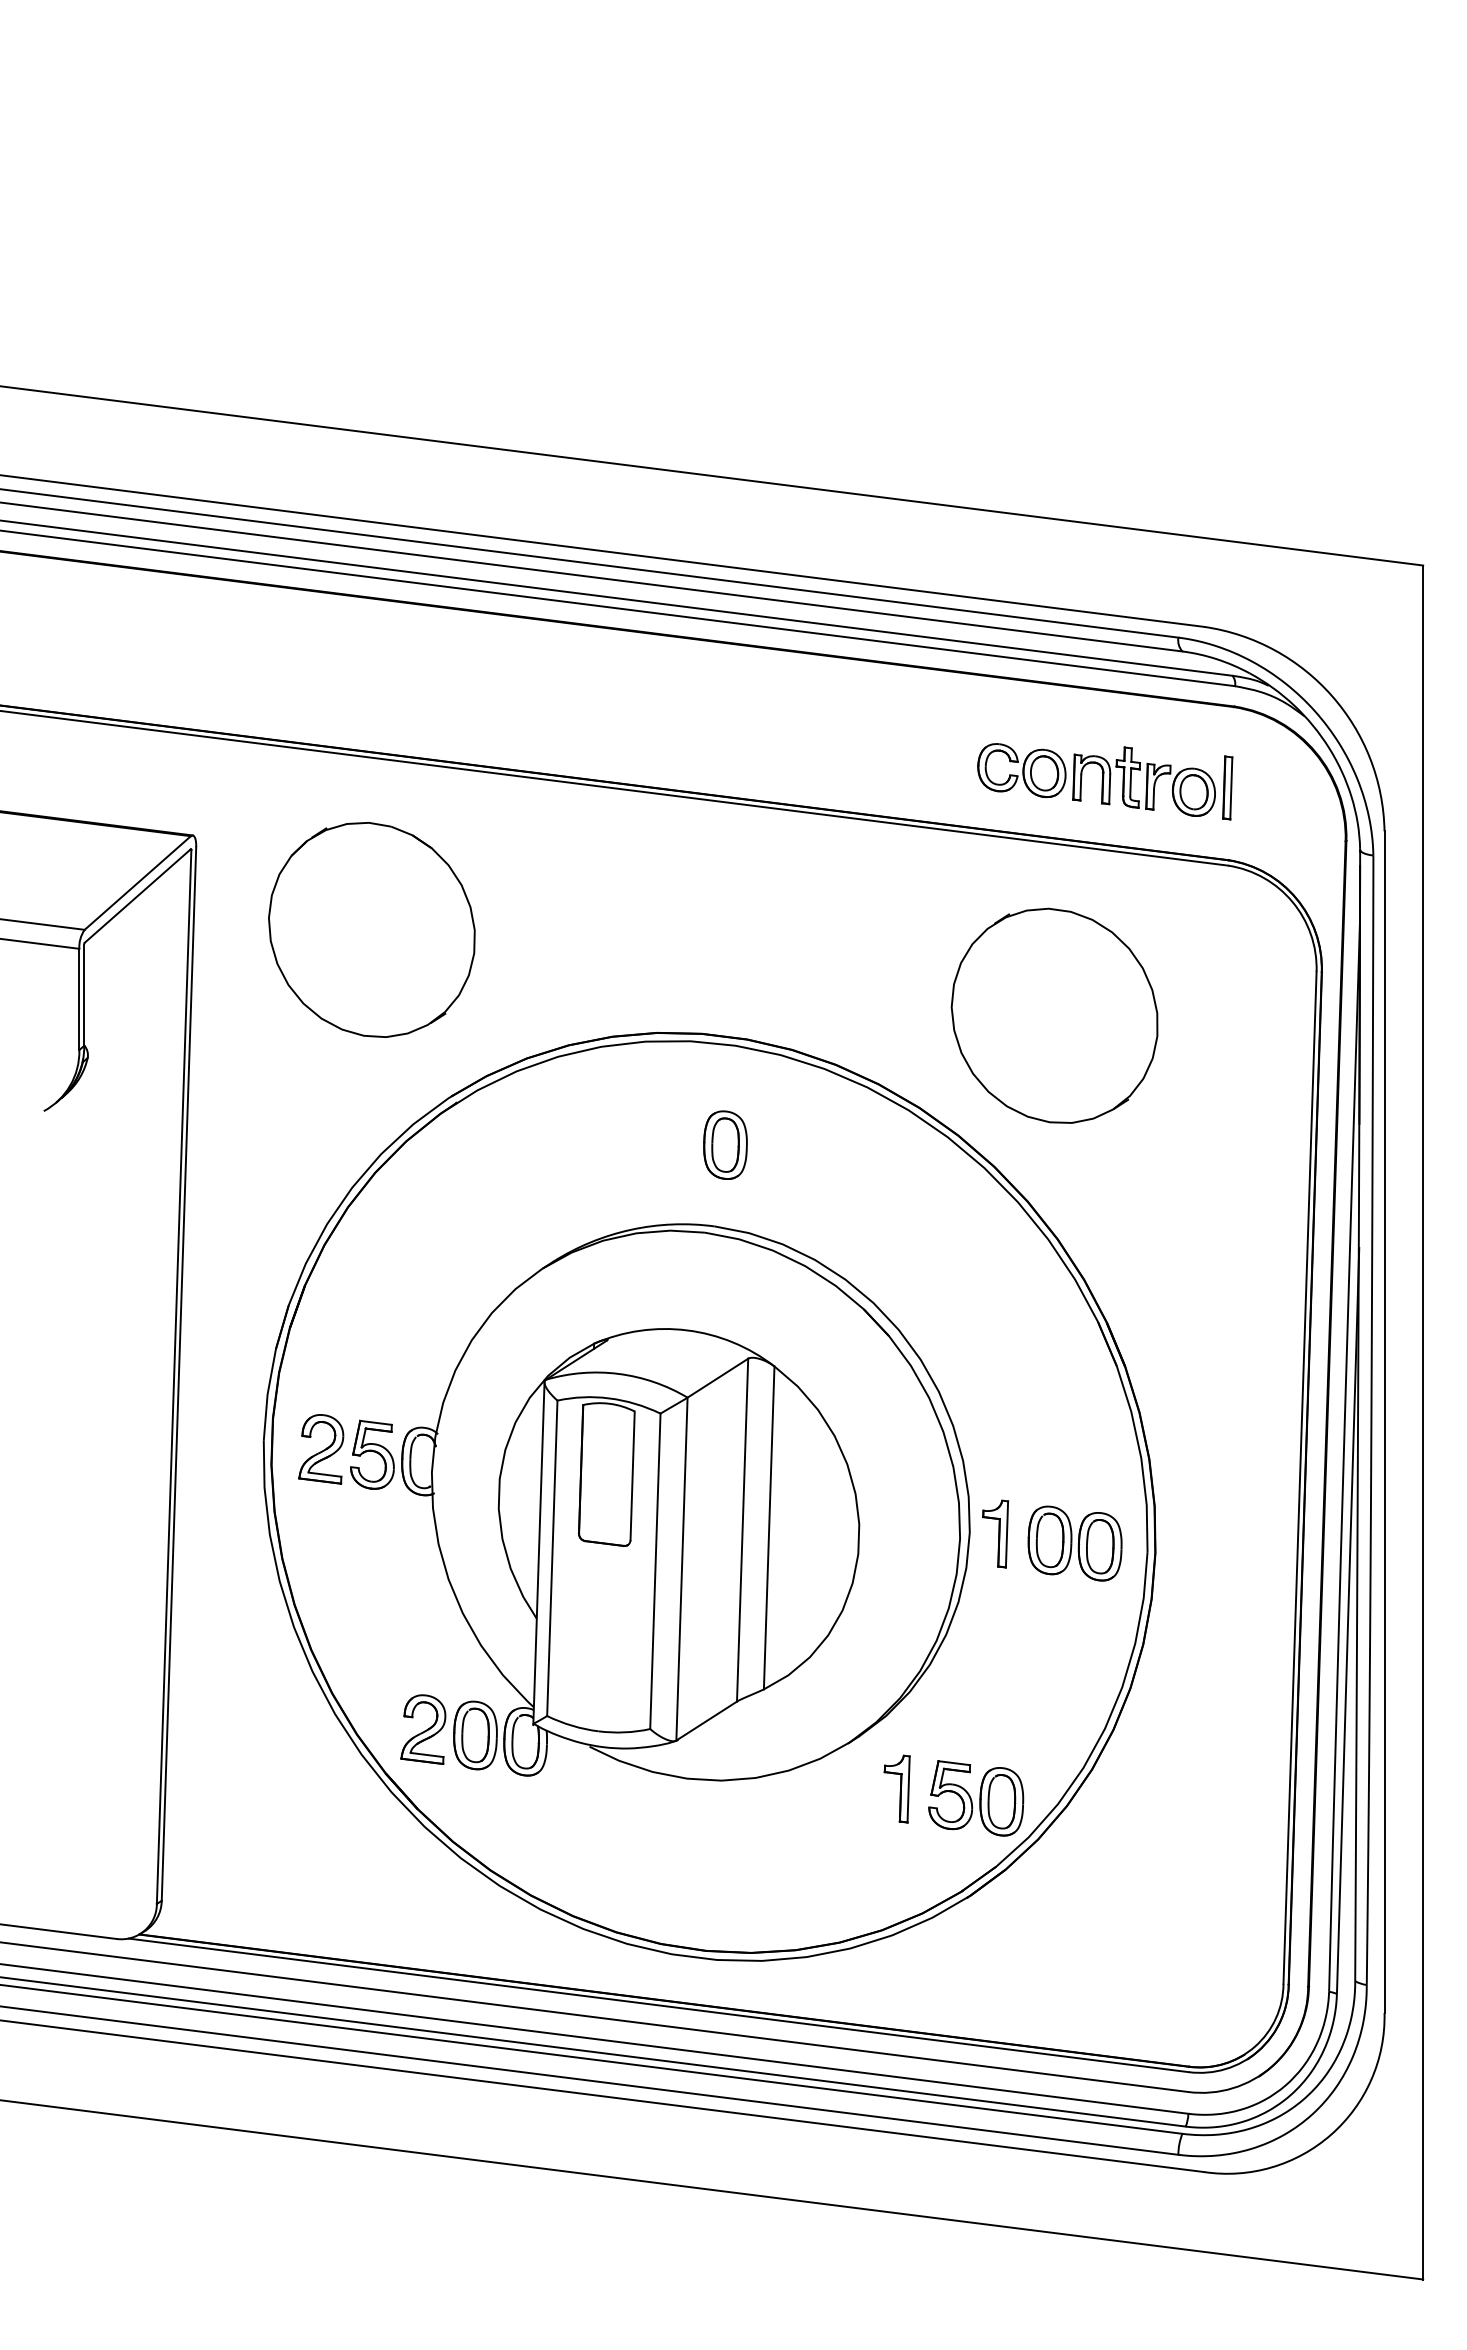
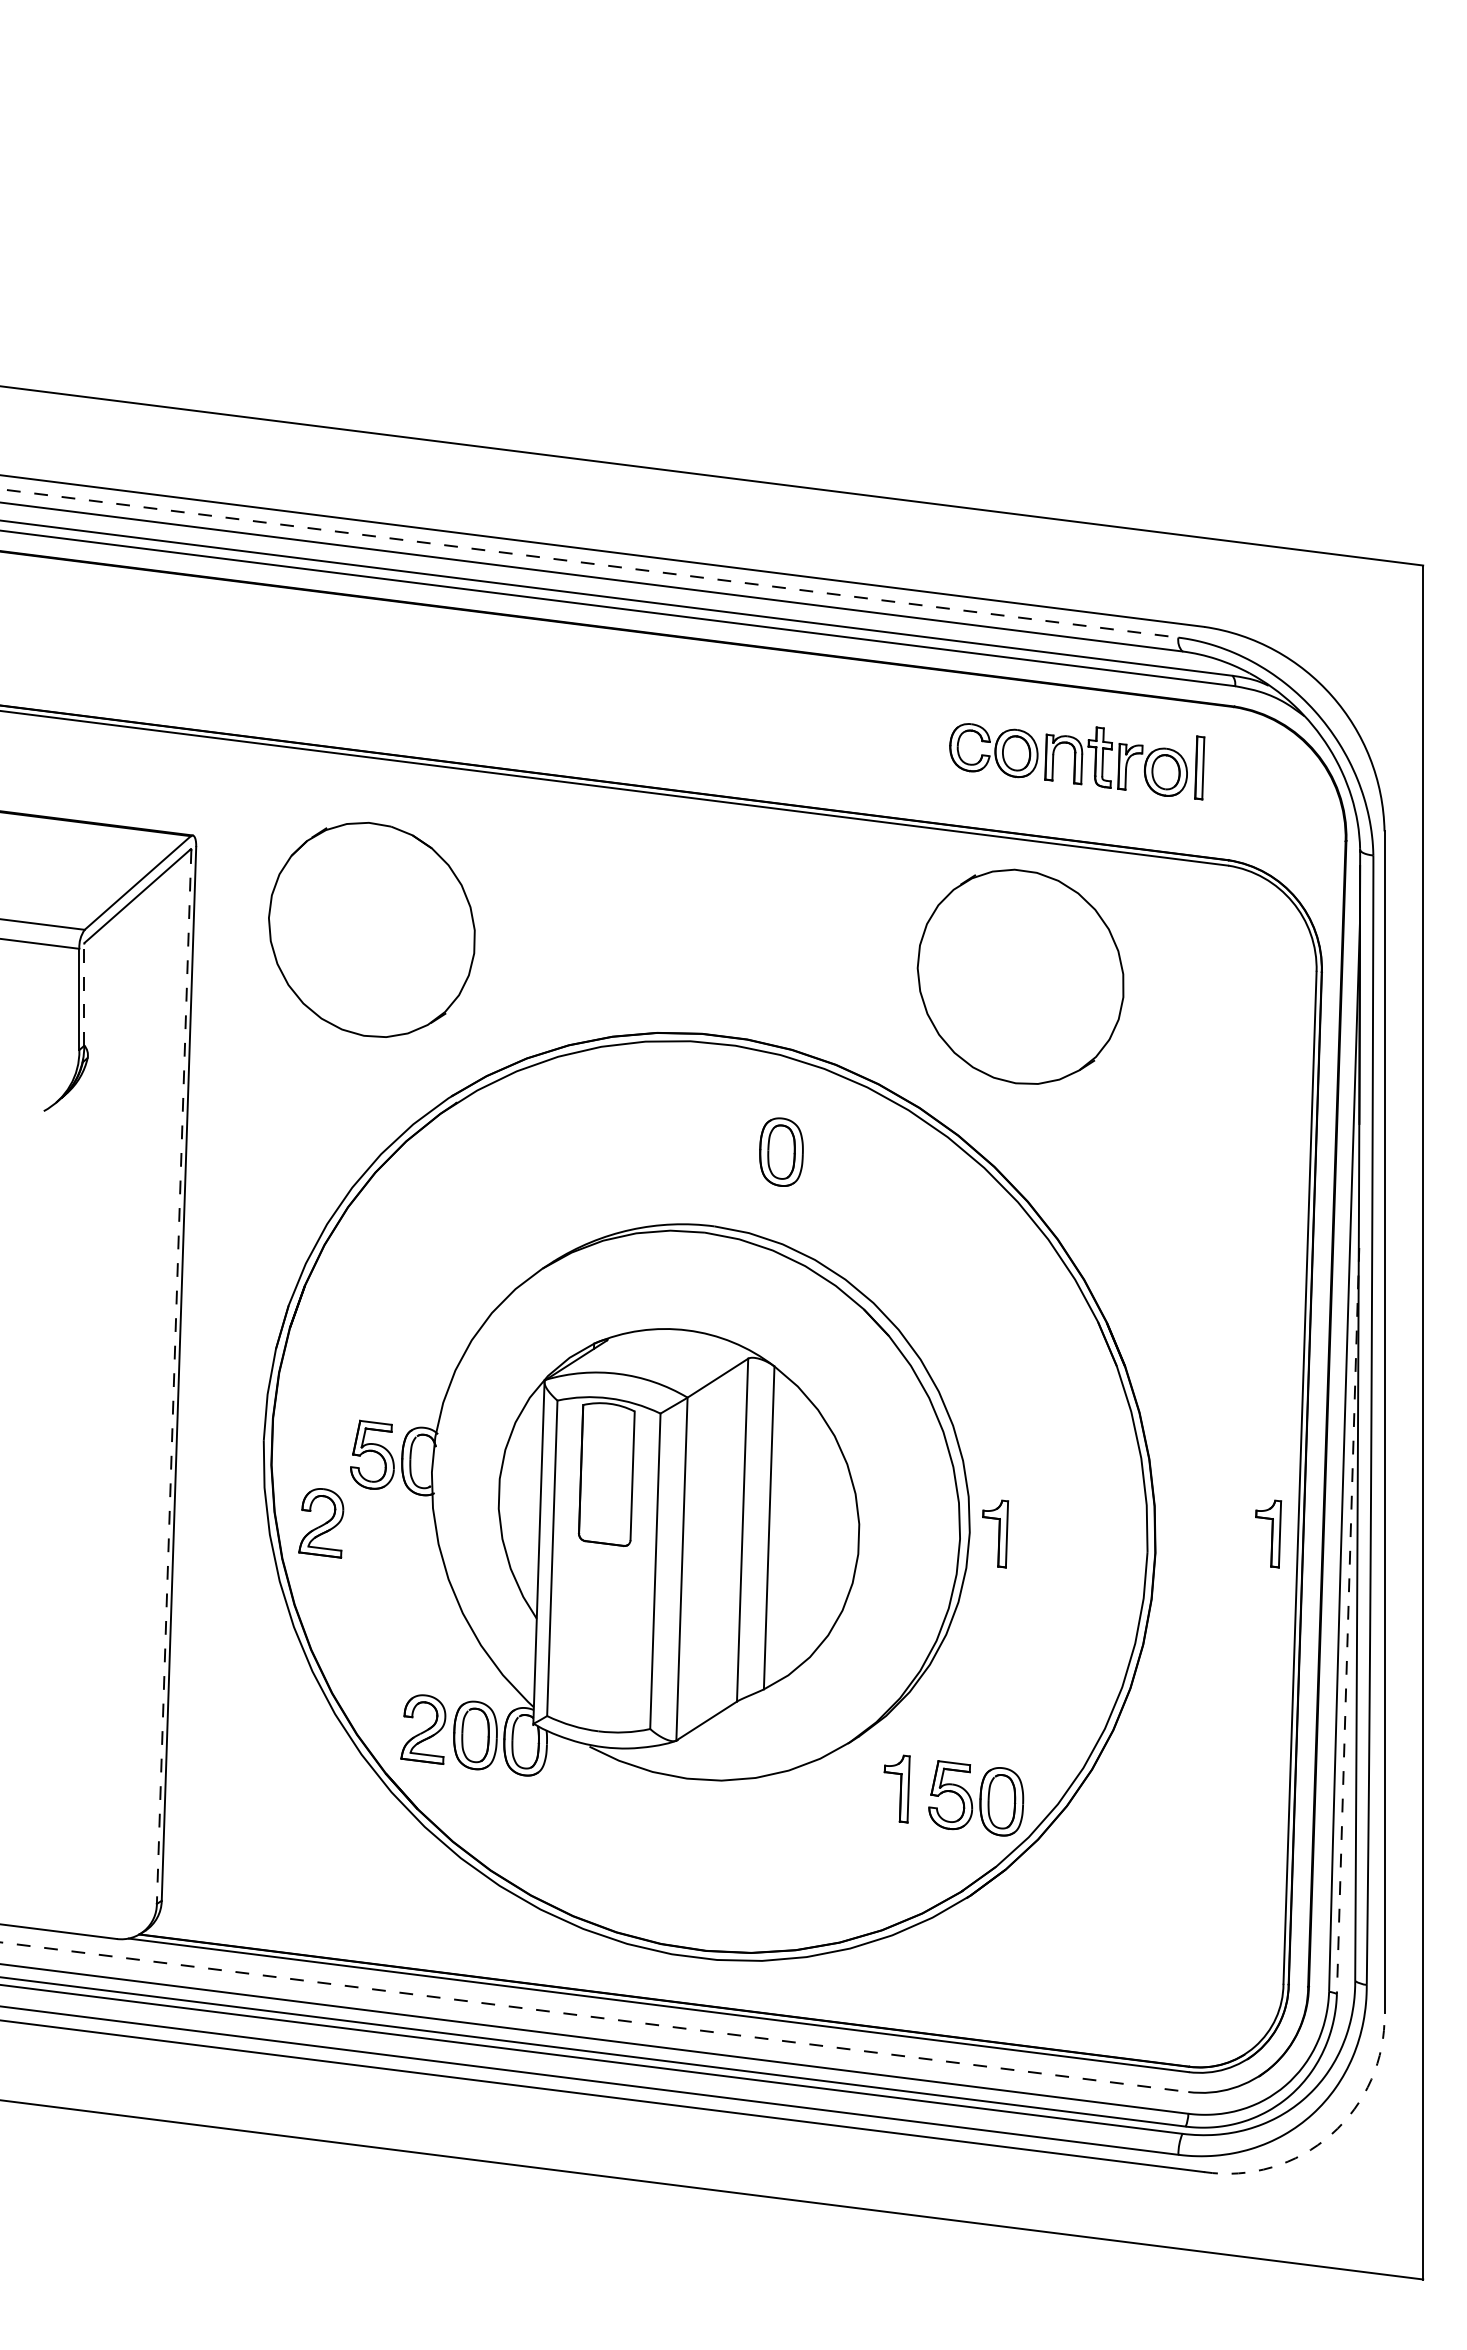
line at (590, 563): solid -> dashed
part at (1105, 781) position: (1105, 781) -> (1077, 761)
line at (84, 995): solid -> dashed
part at (1054, 1015) position: (1054, 1015) -> (1020, 976)
part at (725, 1144) position: (725, 1144) -> (781, 1151)
line at (174, 1377): solid -> dashed
part at (321, 1449) position: (321, 1449) -> (321, 1523)
part at (1268, 1533): none -> present
part at (1074, 1543): present -> none
line at (1348, 1620): solid -> dashed
line at (595, 2017): solid -> dashed
arc at (1331, 2134): solid -> dashed
